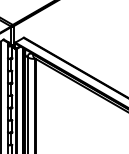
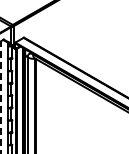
line at (0, 97): solid -> dashed
